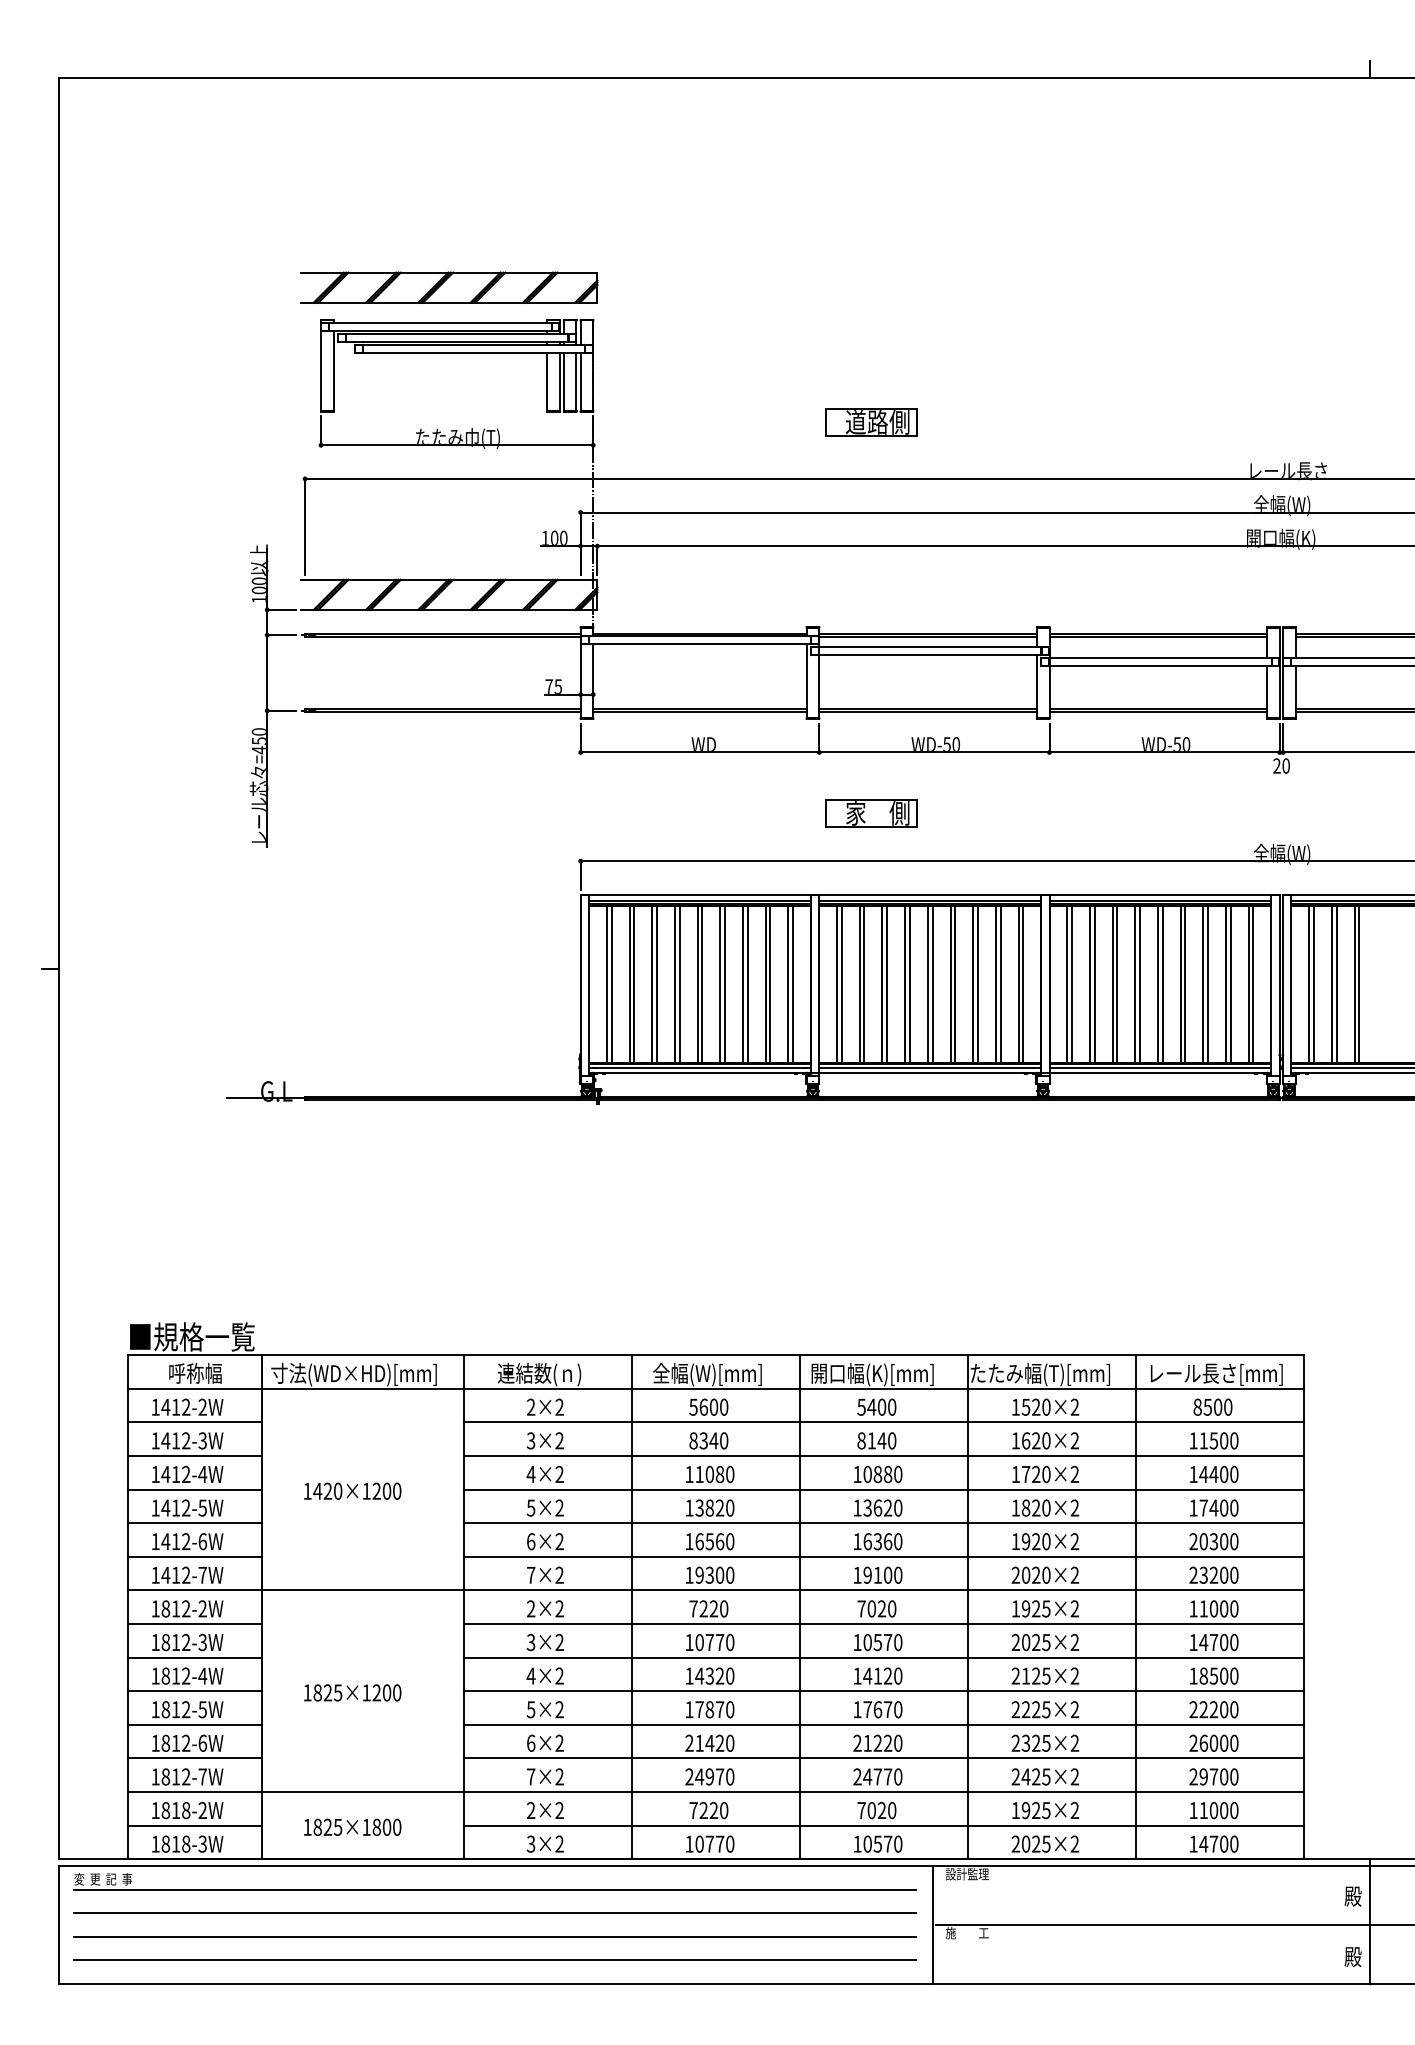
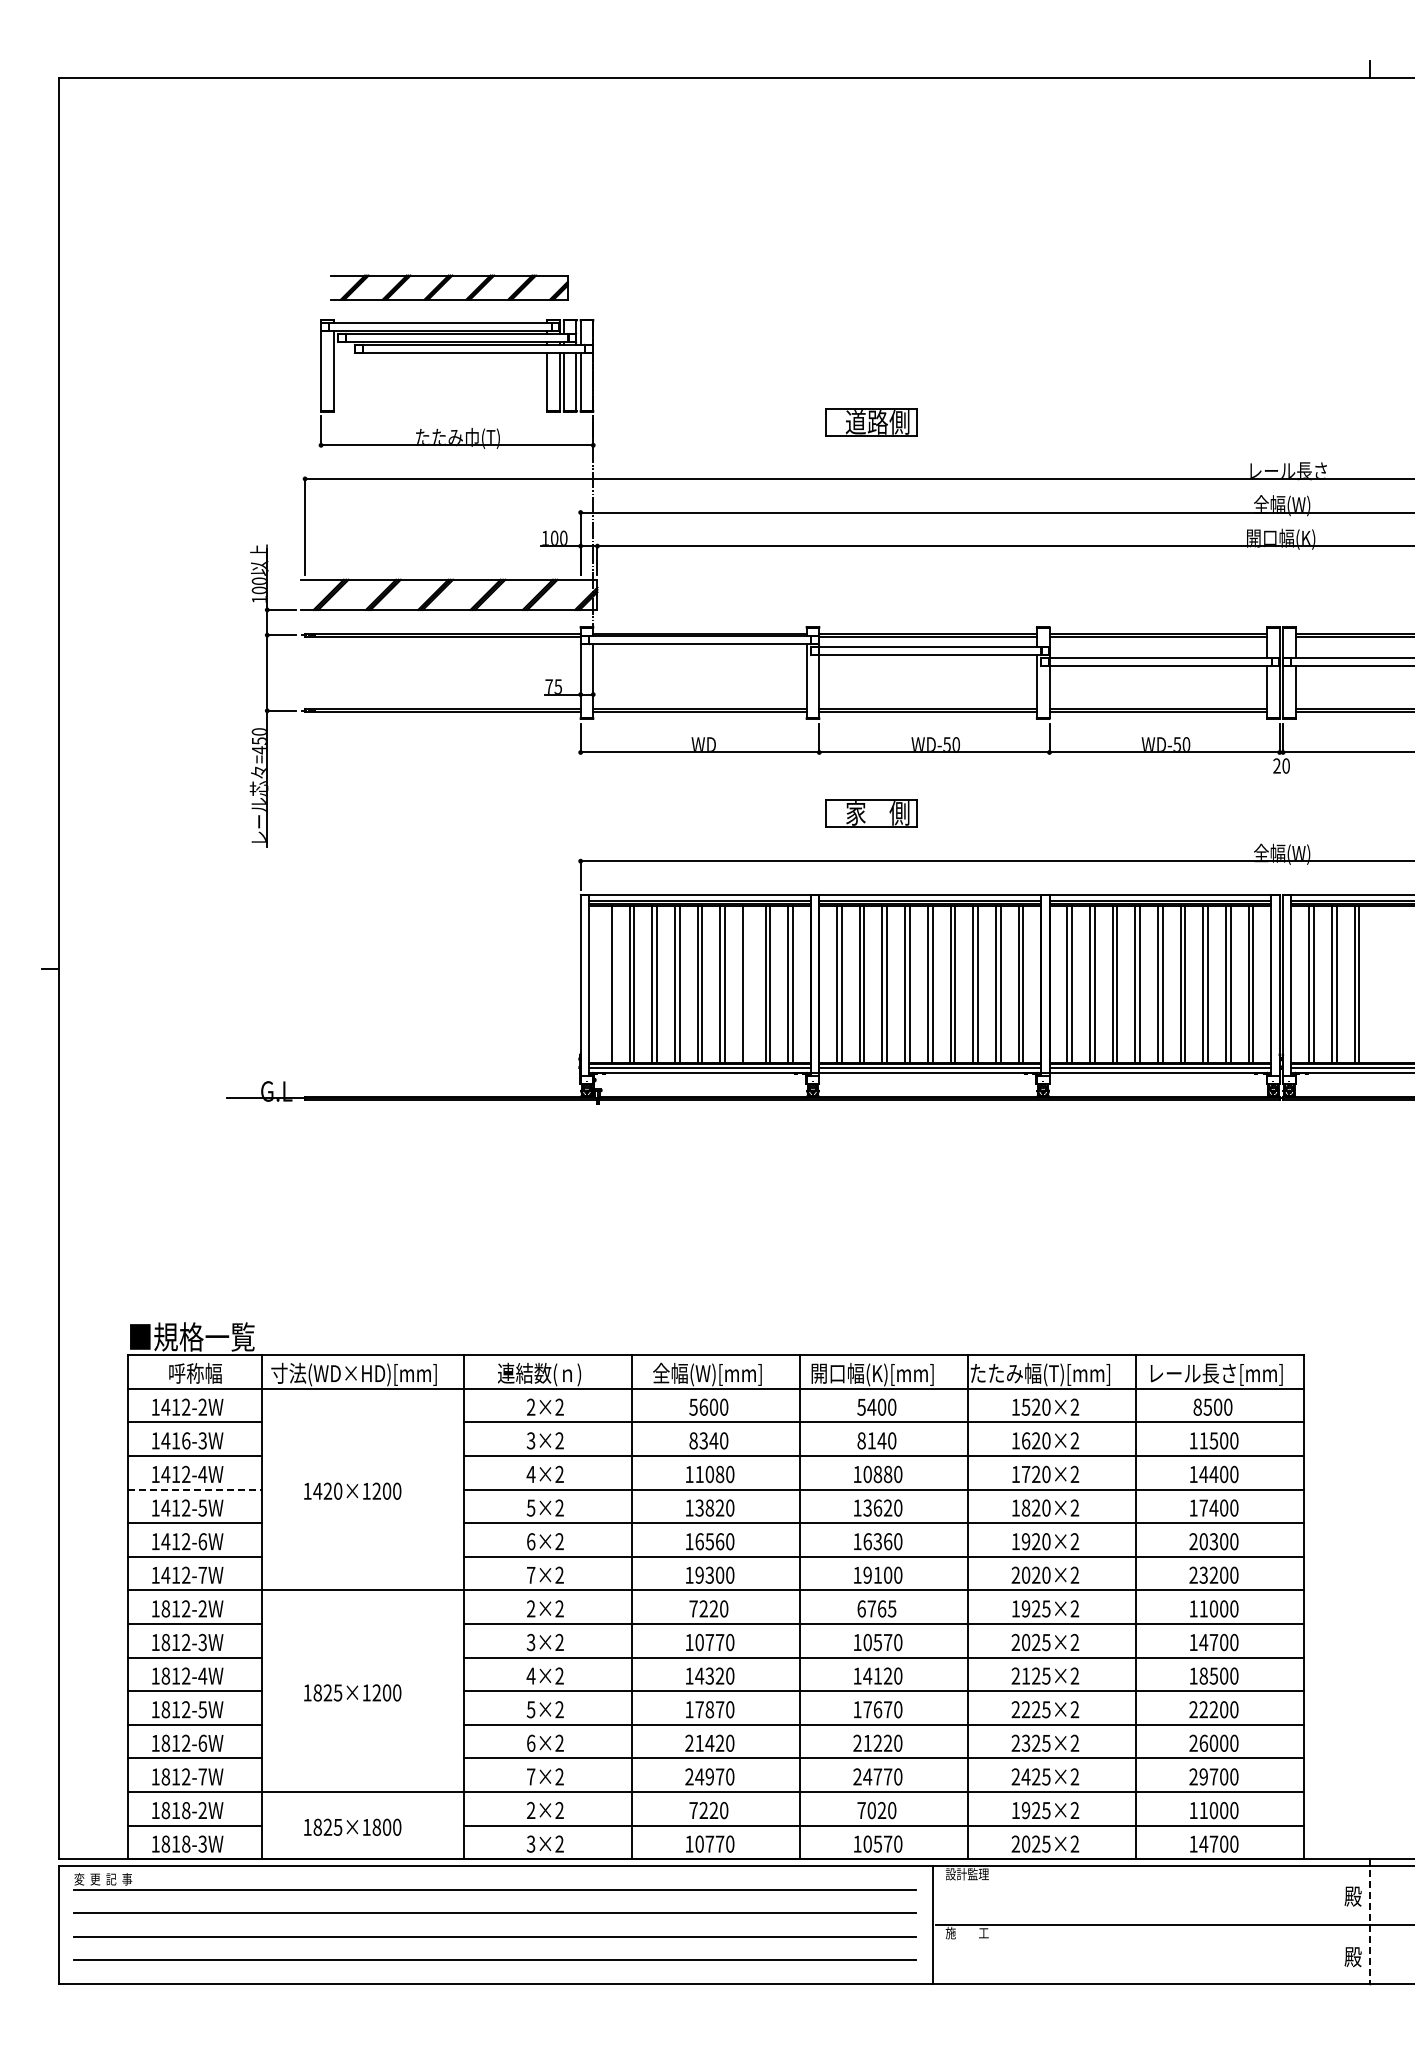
part at (449, 287) size: 299x33 px -> 239x27 px
line at (606, 983): present -> none
line at (747, 983): present -> none
text at (186, 1440): 1412-3W -> 1416-3W
line at (195, 1489): solid -> dashed
text at (876, 1608): 7020 -> 6765
line at (1369, 1921): solid -> dashed
